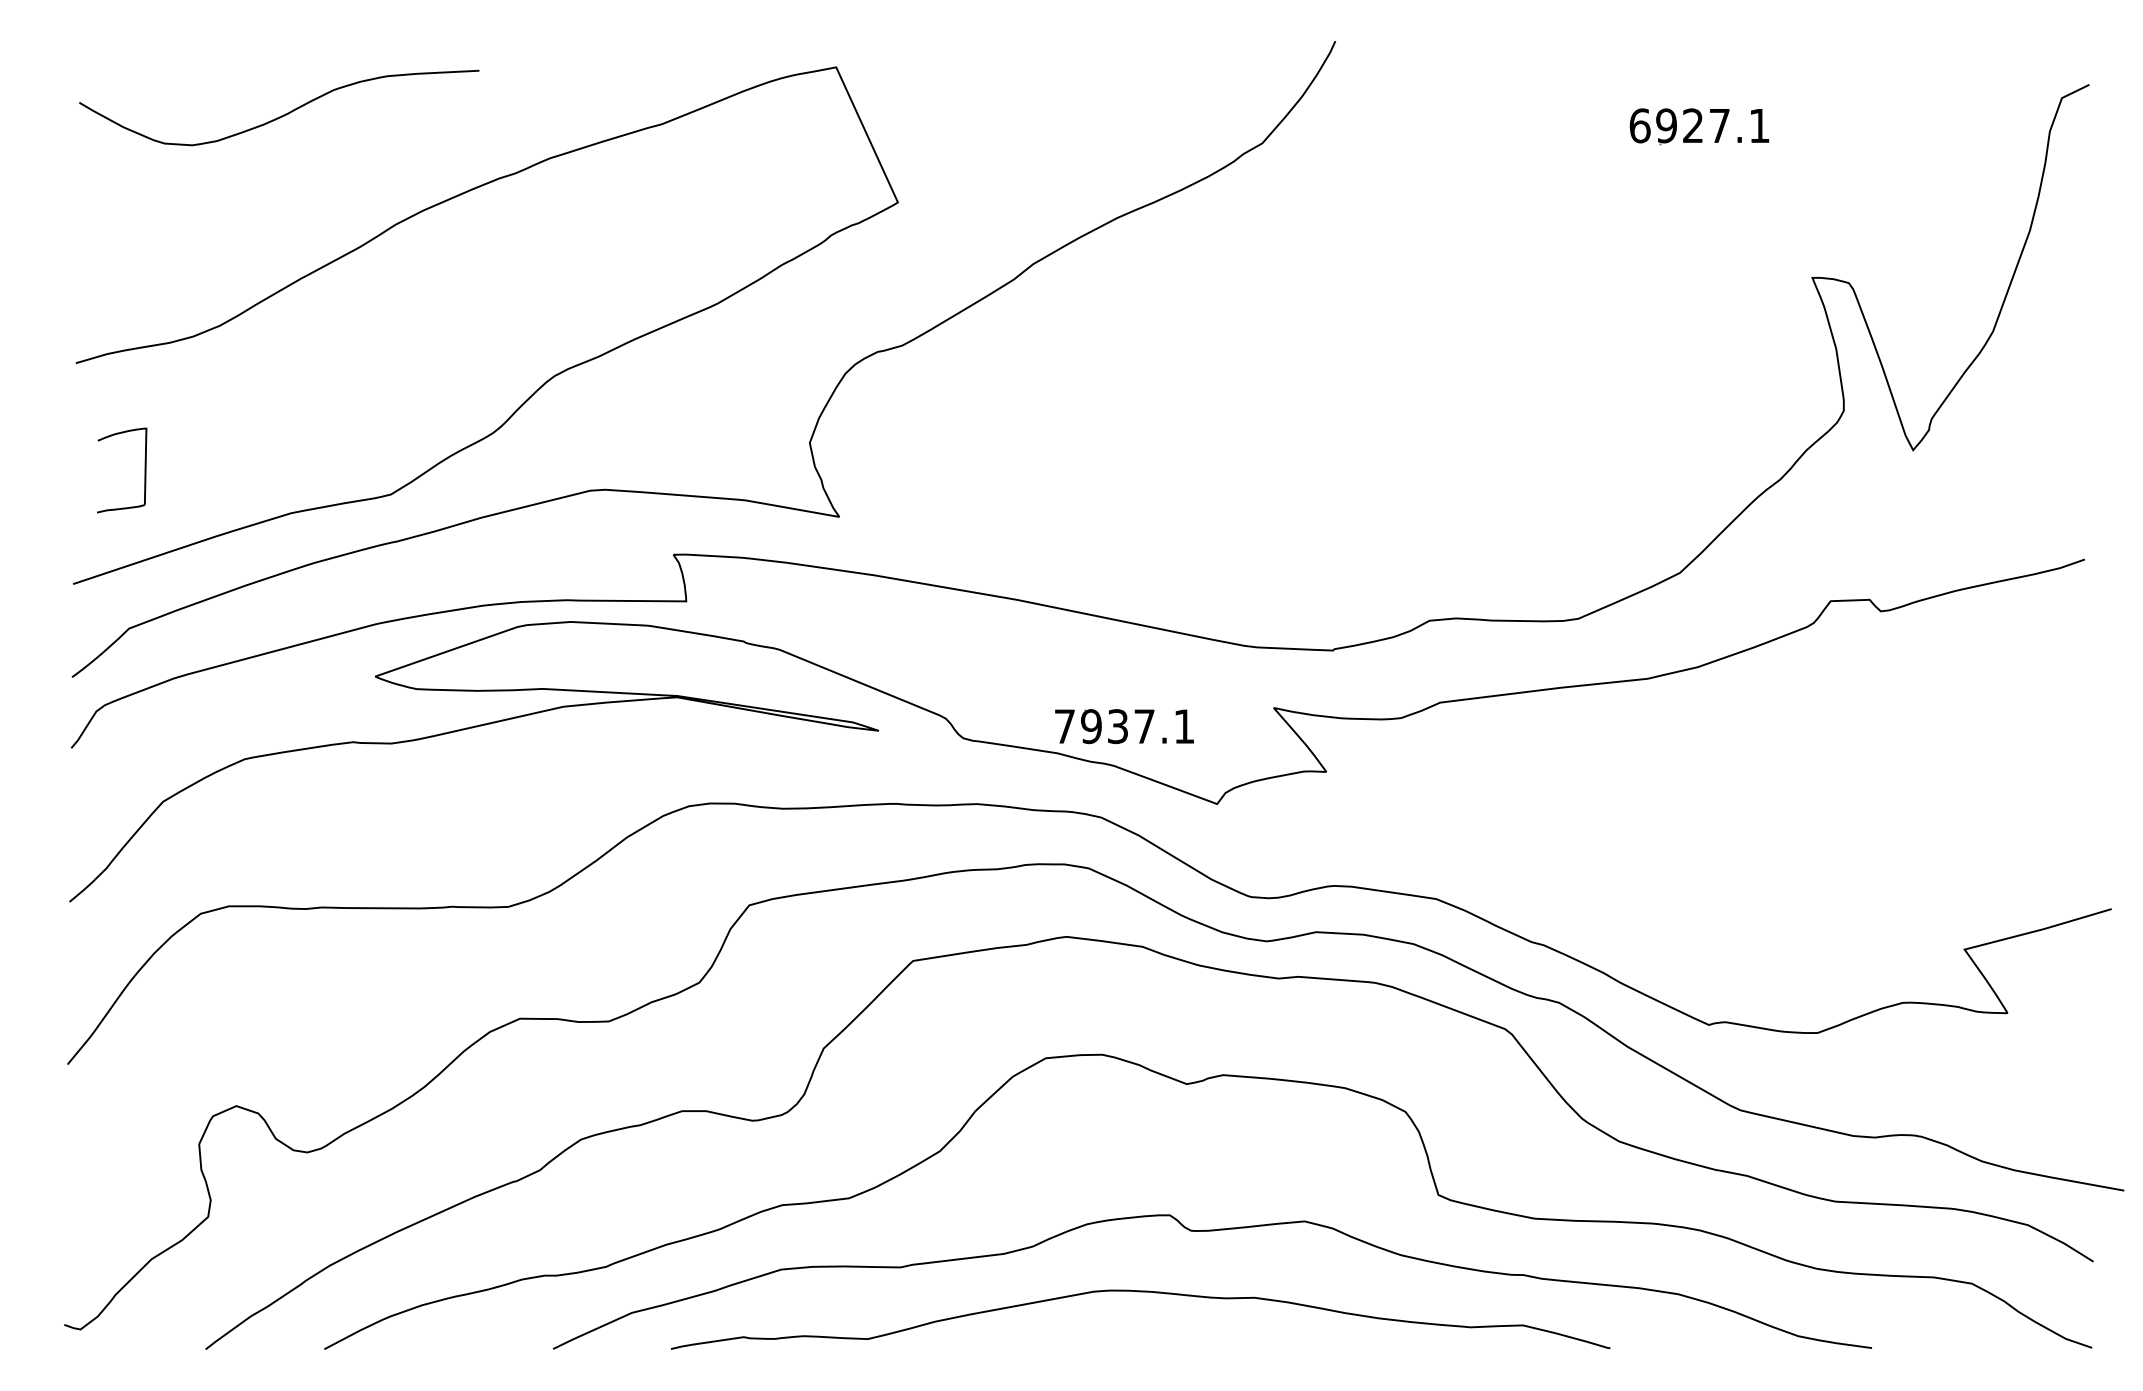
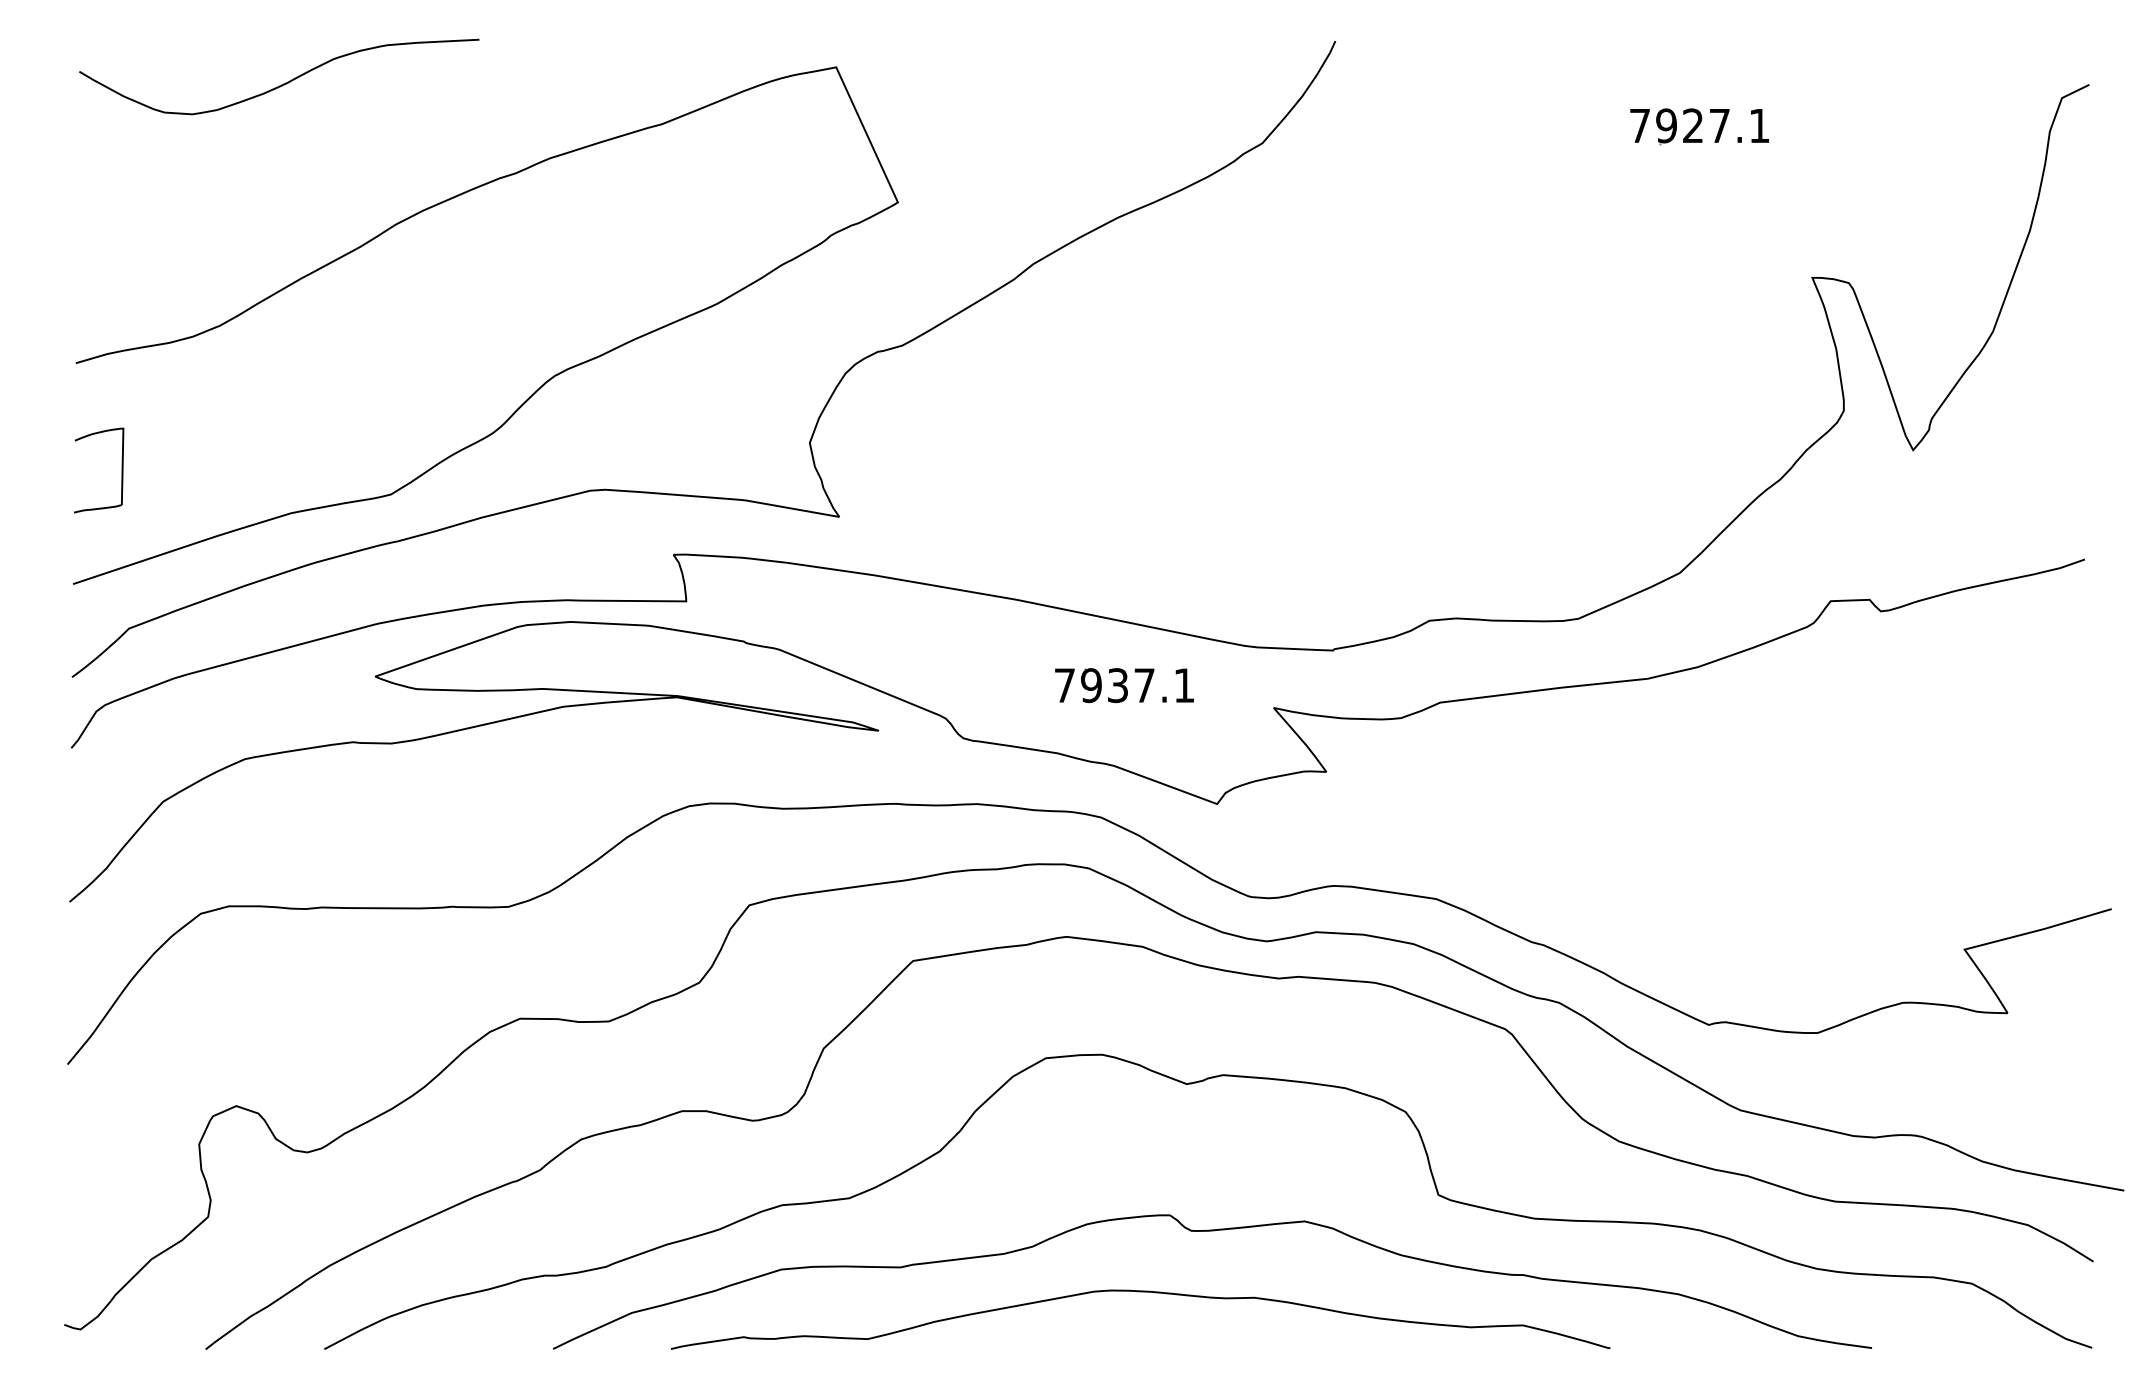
curve at (283, 114) position: (283, 114) -> (283, 83)
text at (1639, 125): 6927.1 -> 7927.1
part at (144, 470) position: (144, 470) -> (121, 470)
part at (1124, 726) position: (1124, 726) -> (1124, 685)
